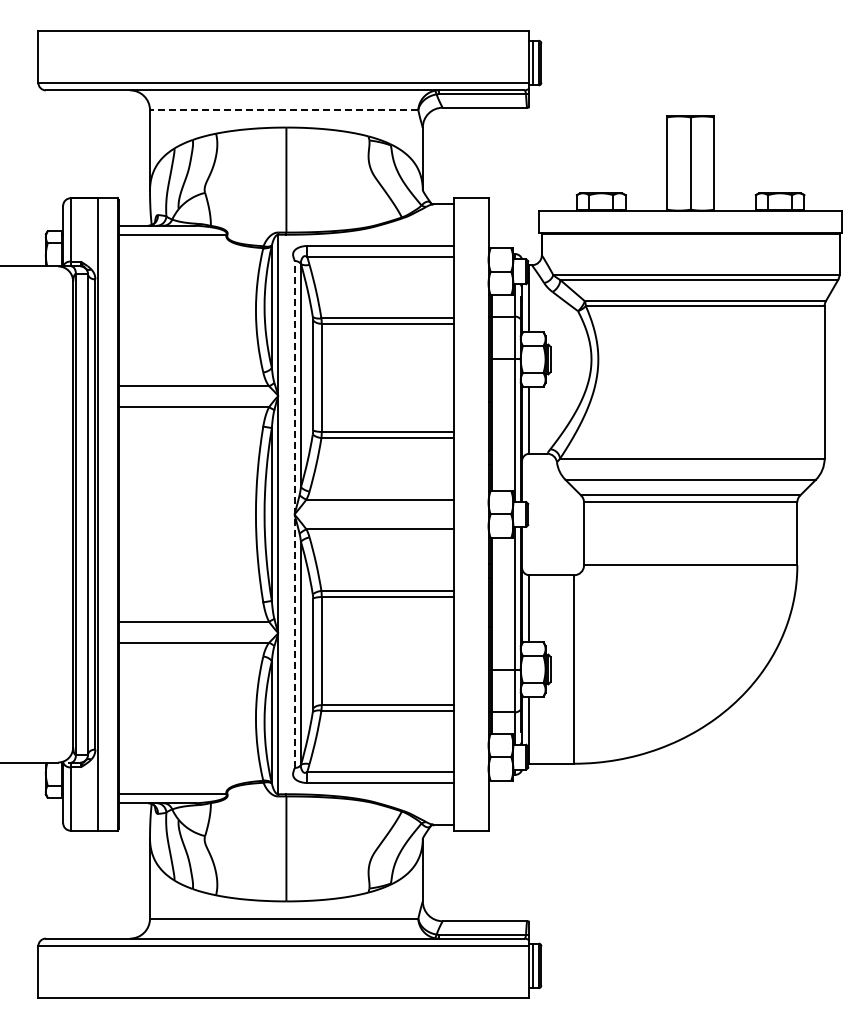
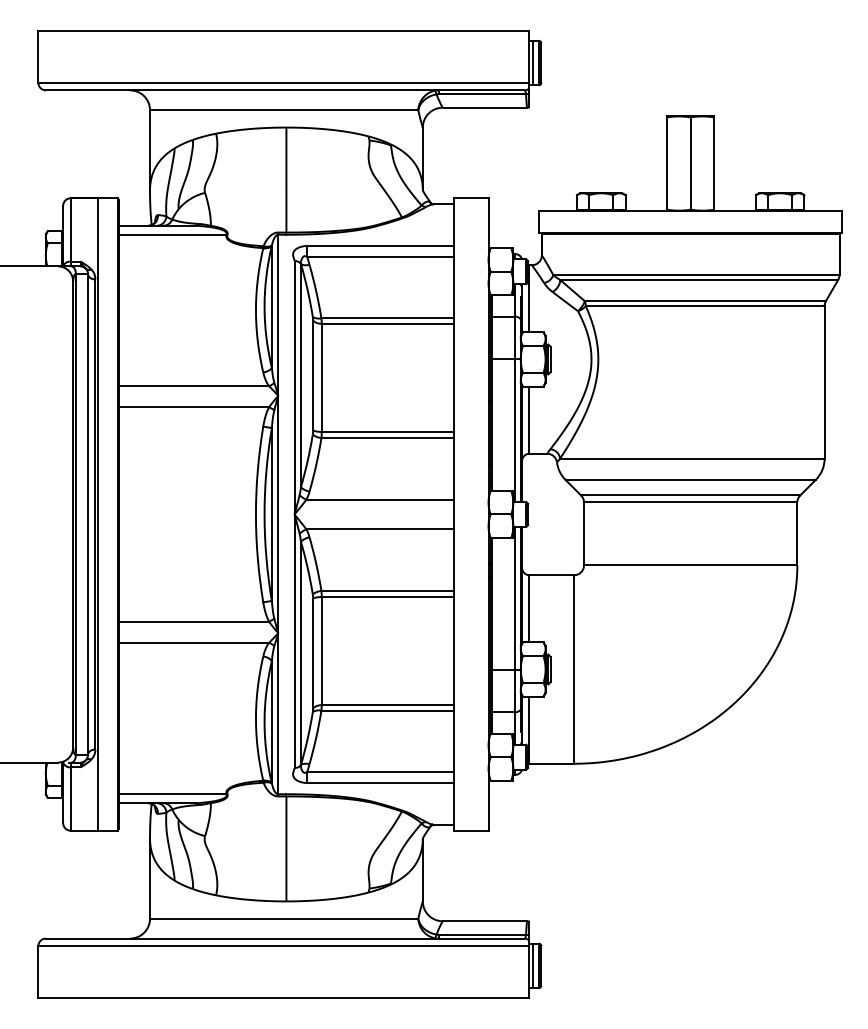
line at (283, 110): dashed -> solid
line at (294, 514): dashed -> solid
